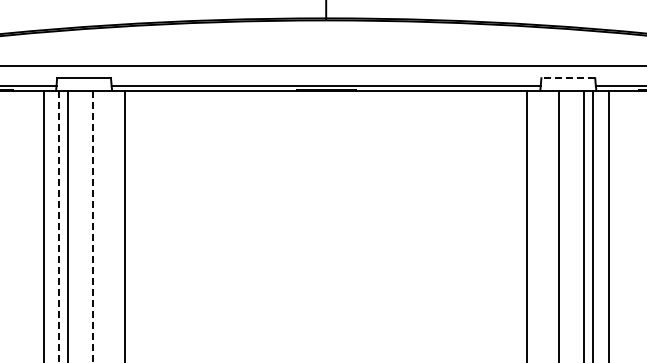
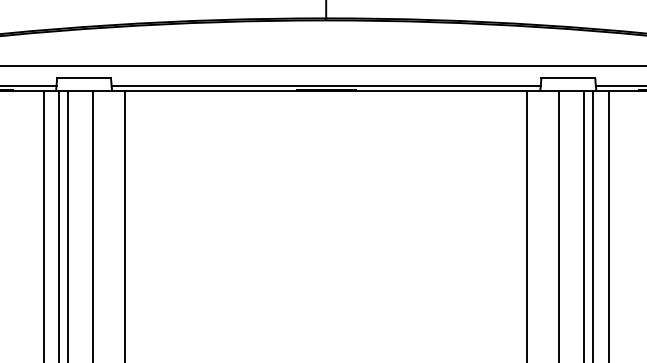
line at (568, 78): dashed -> solid
line at (59, 226): dashed -> solid
line at (93, 226): dashed -> solid
